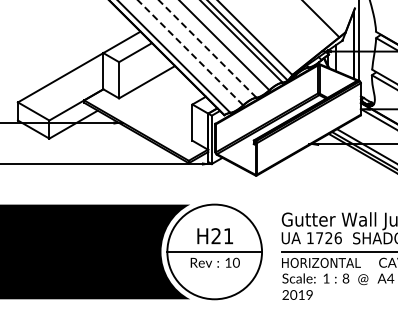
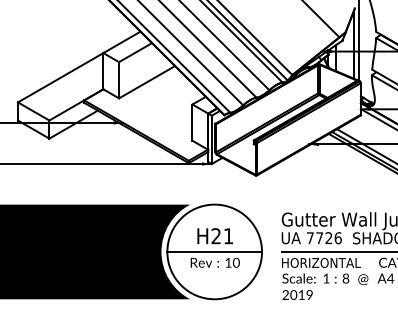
line at (207, 48): dashed -> solid
line at (190, 52): dashed -> solid
text at (310, 238): 1726 -> 7726
